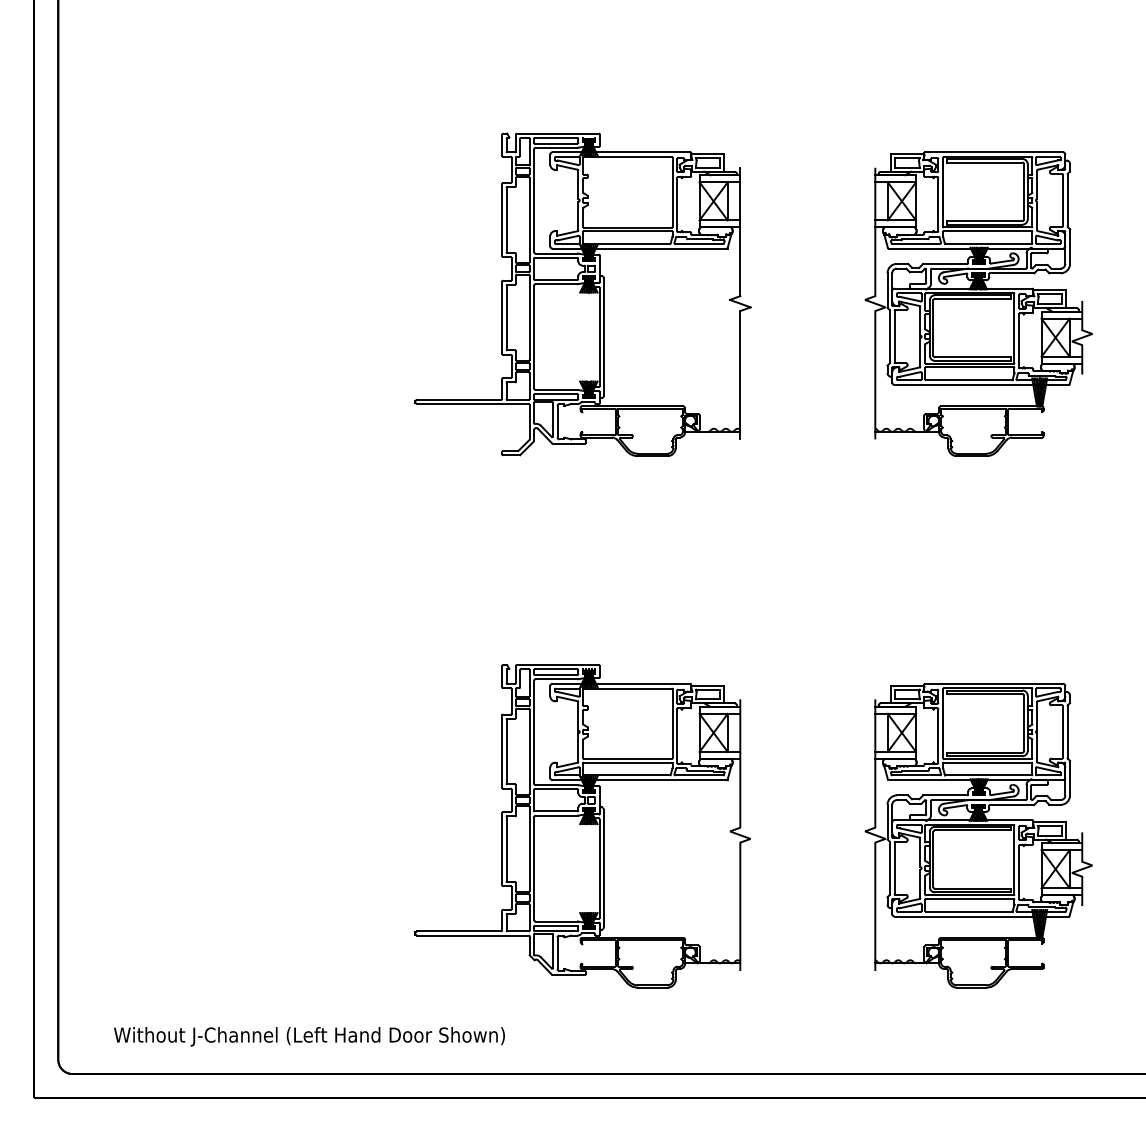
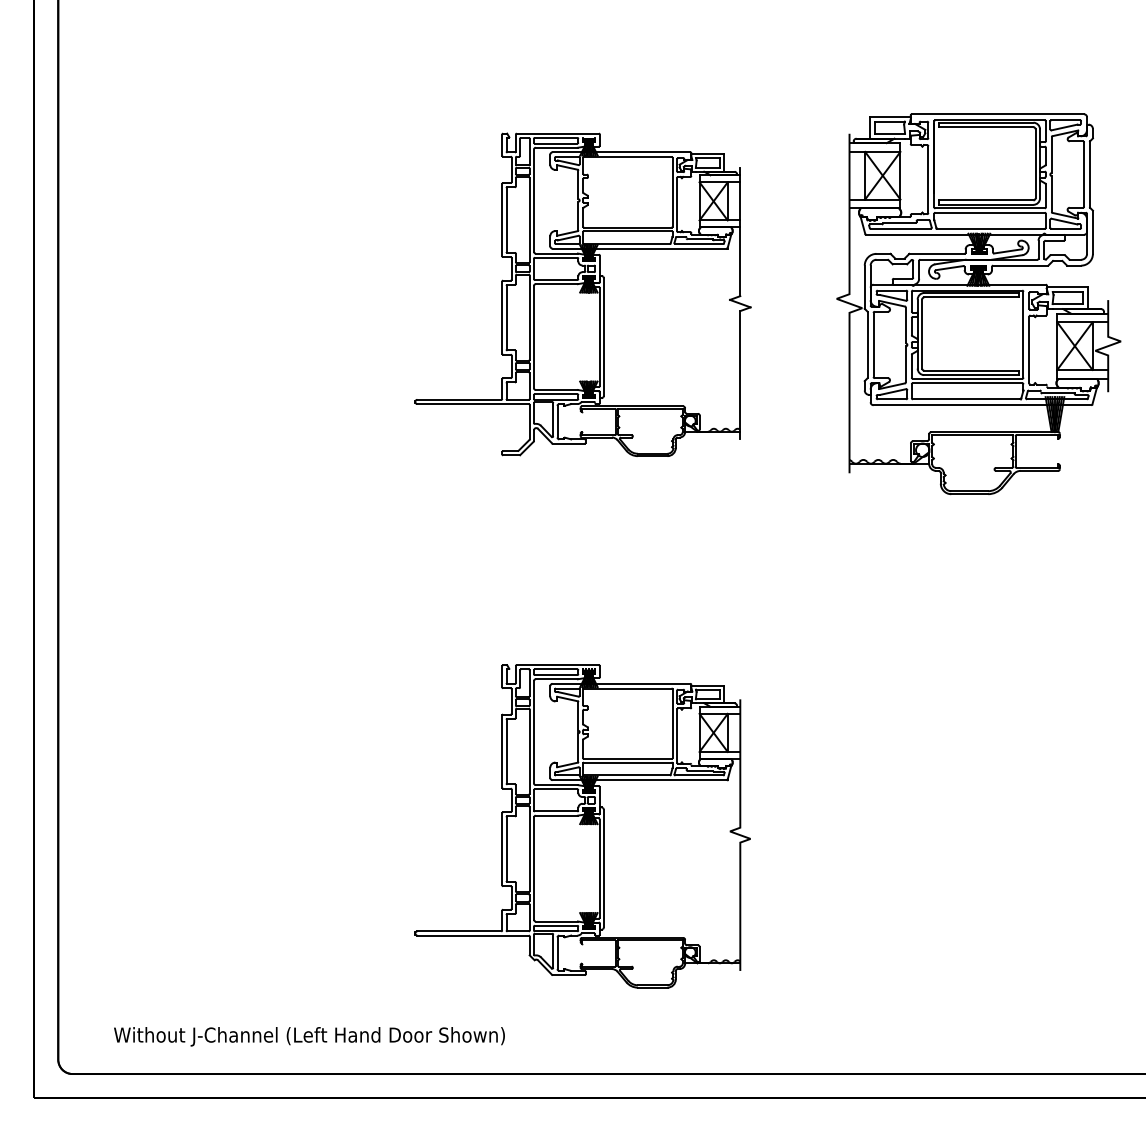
part at (978, 303) size: 229x306 px -> 286x382 px
part at (978, 835): present -> none
